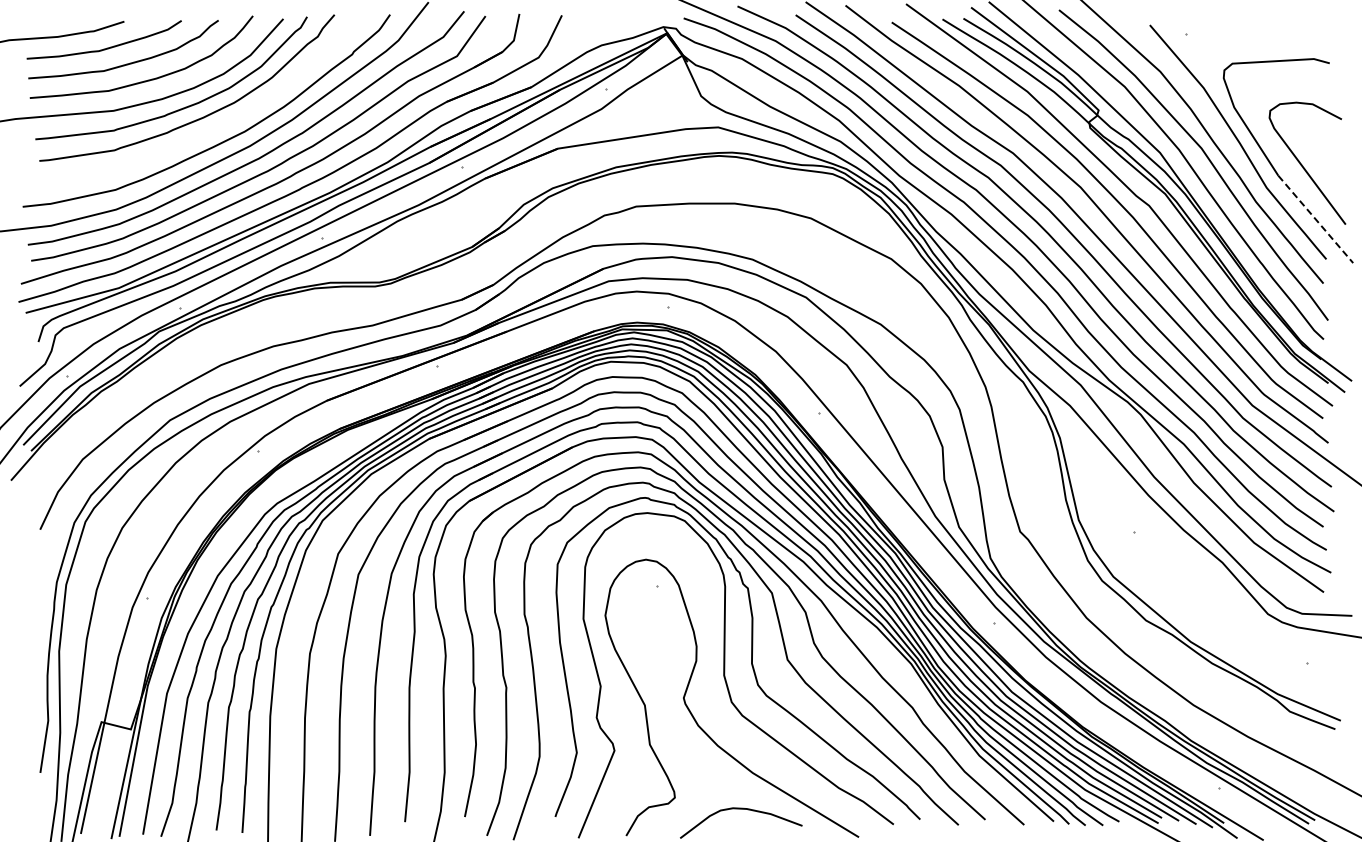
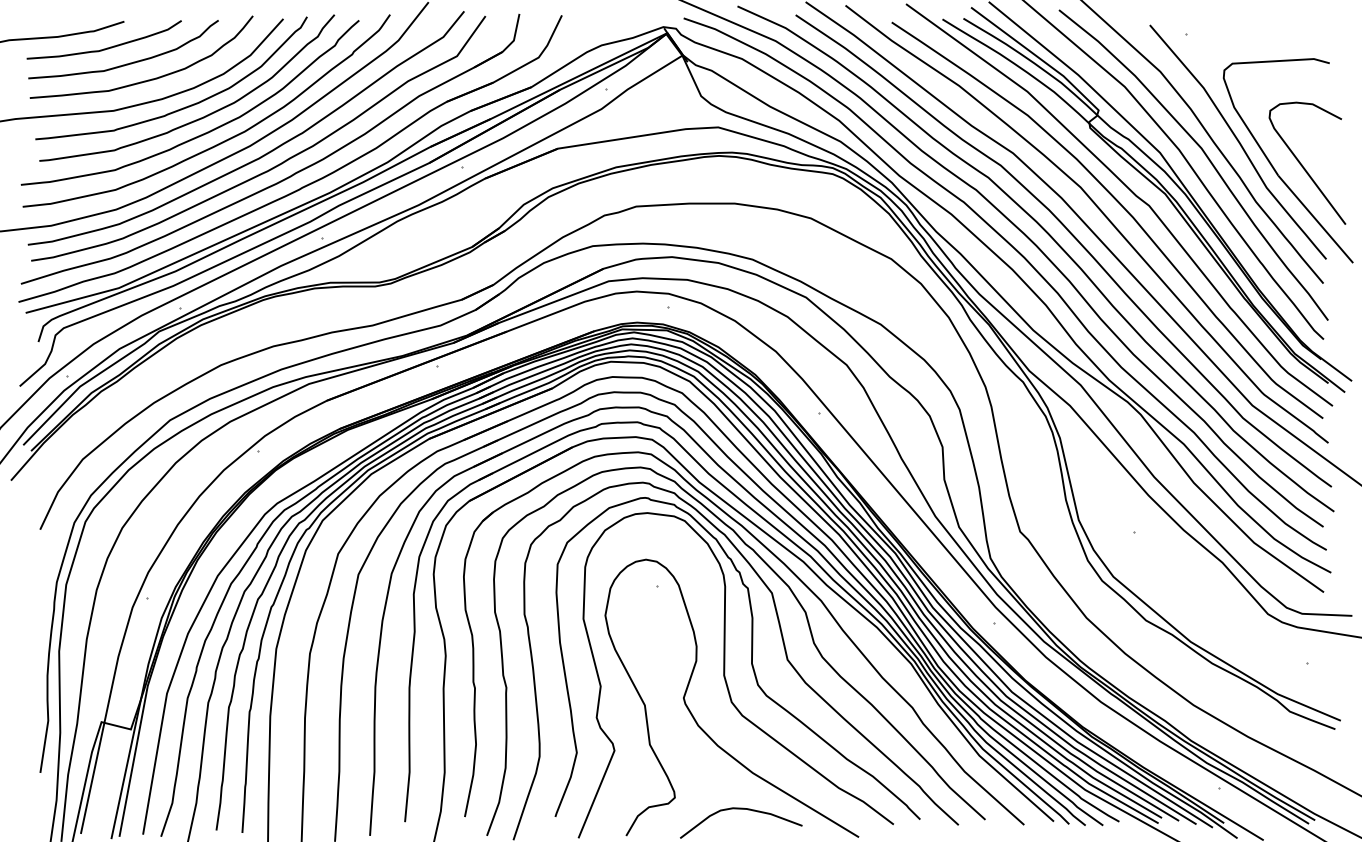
curve at (200, 134): none -> present
line at (1316, 219): dashed -> solid
